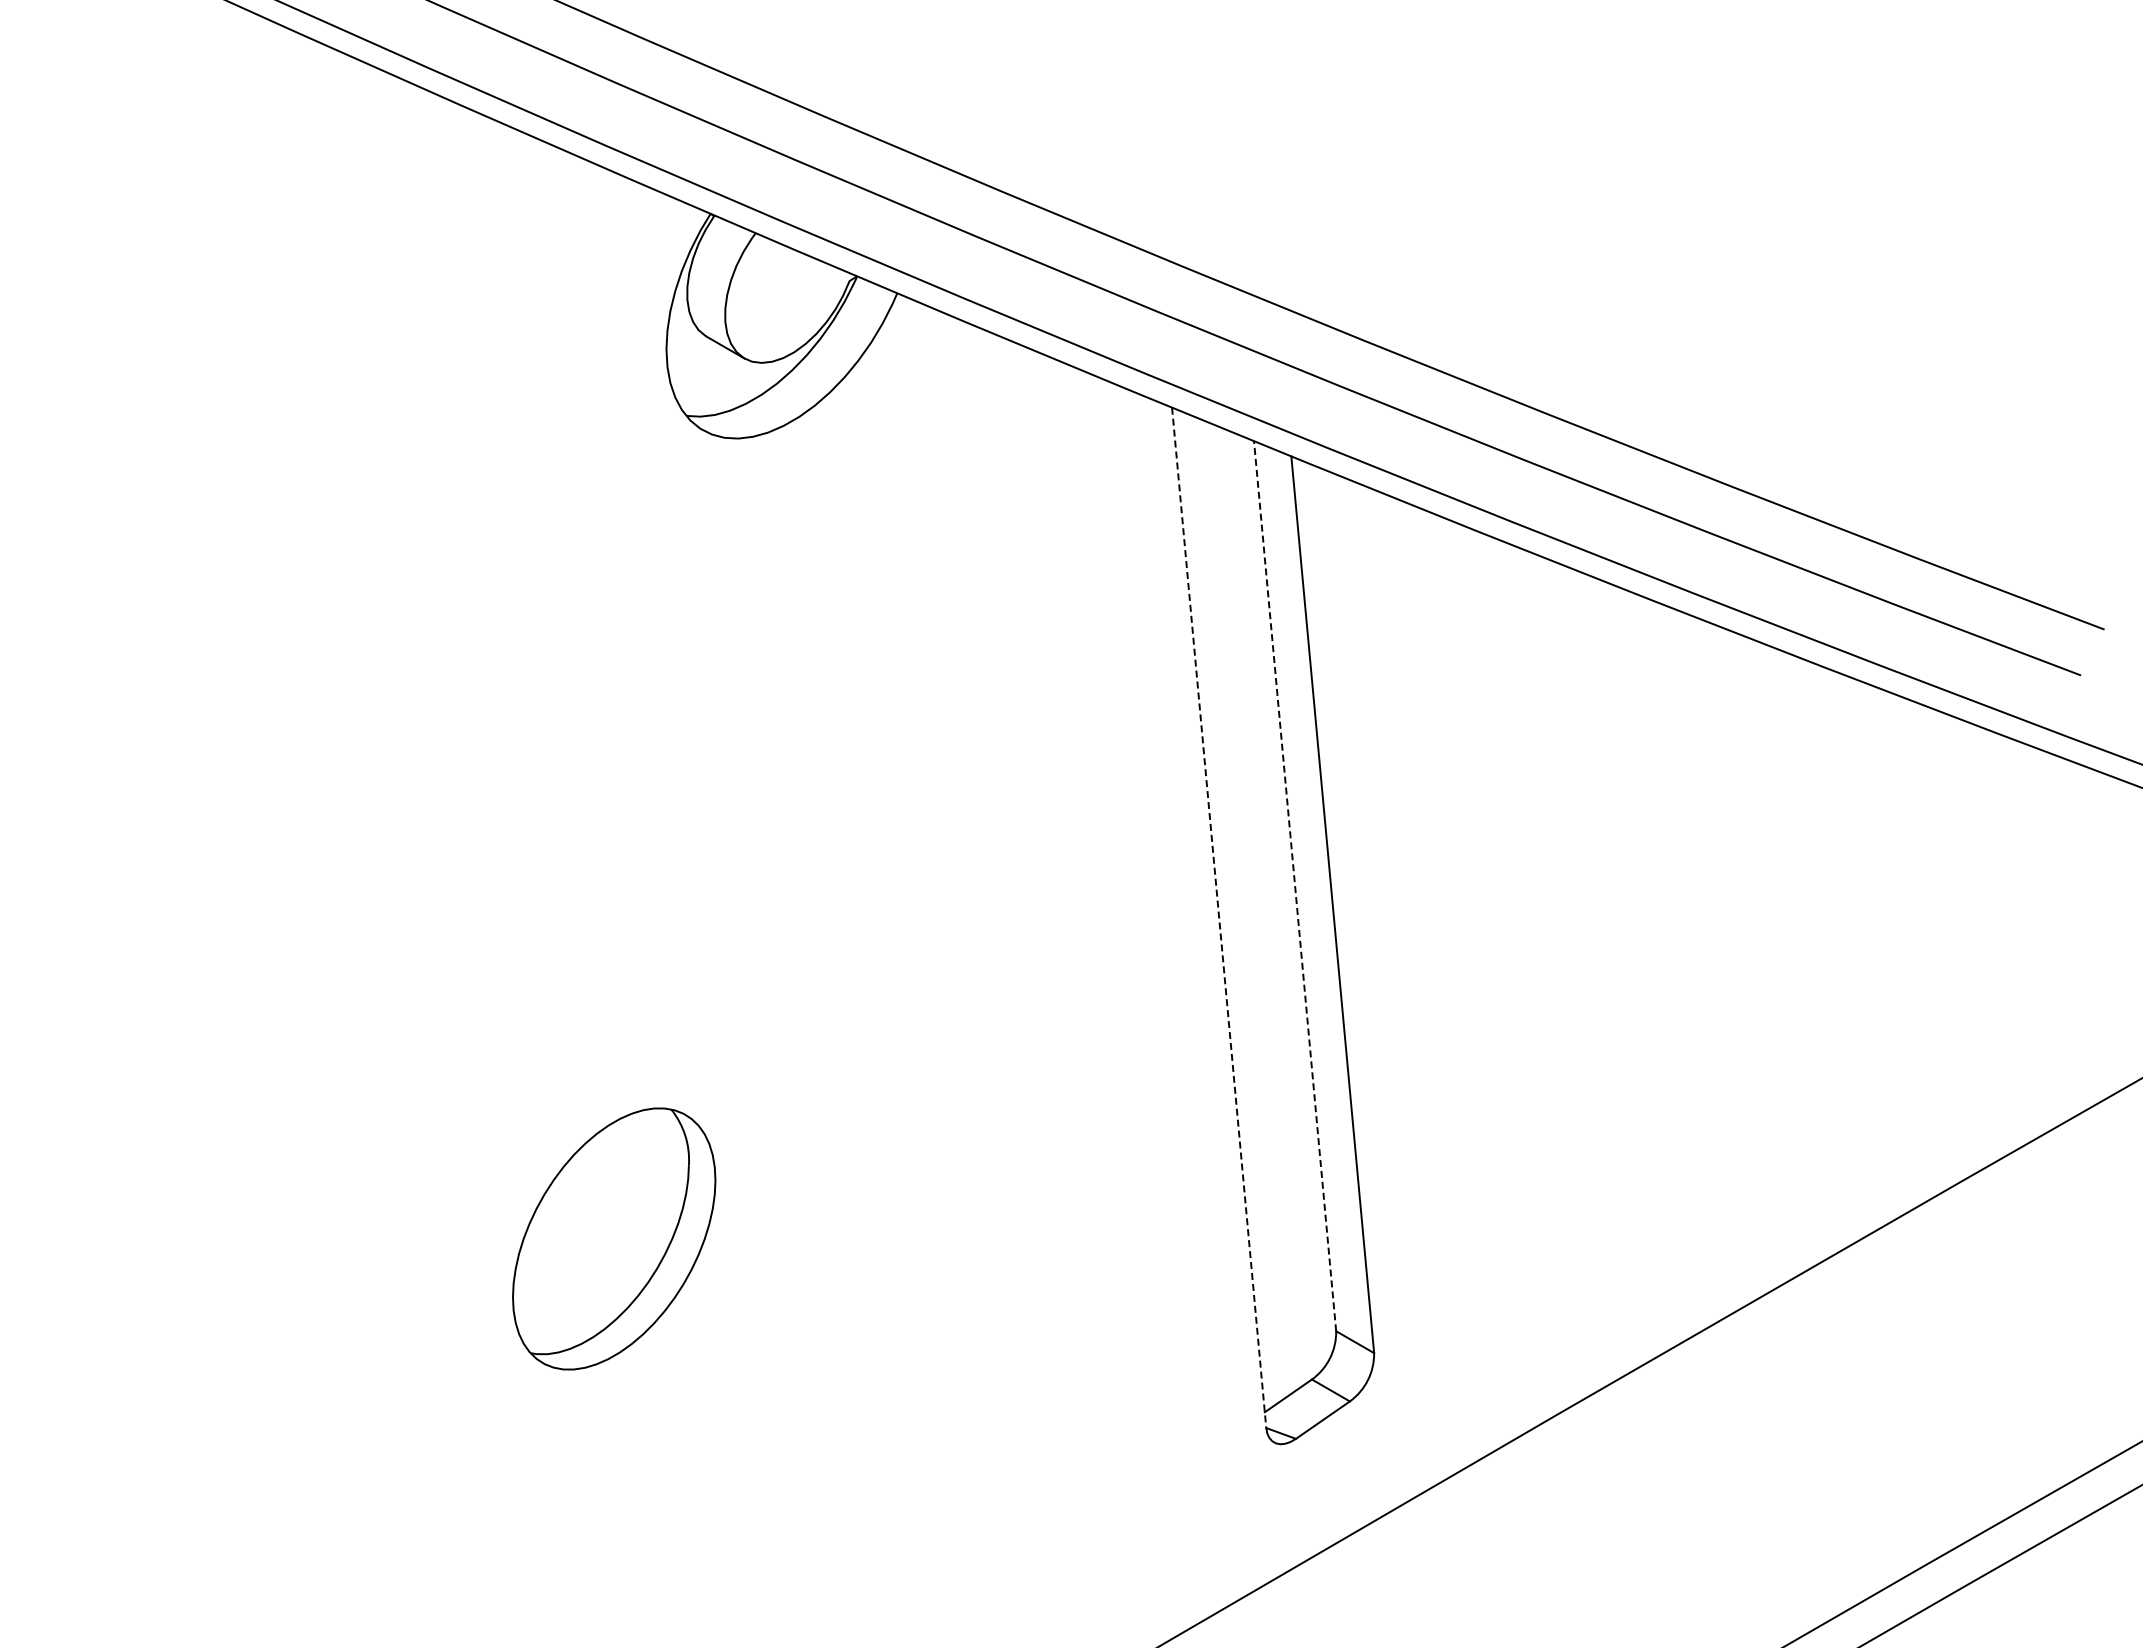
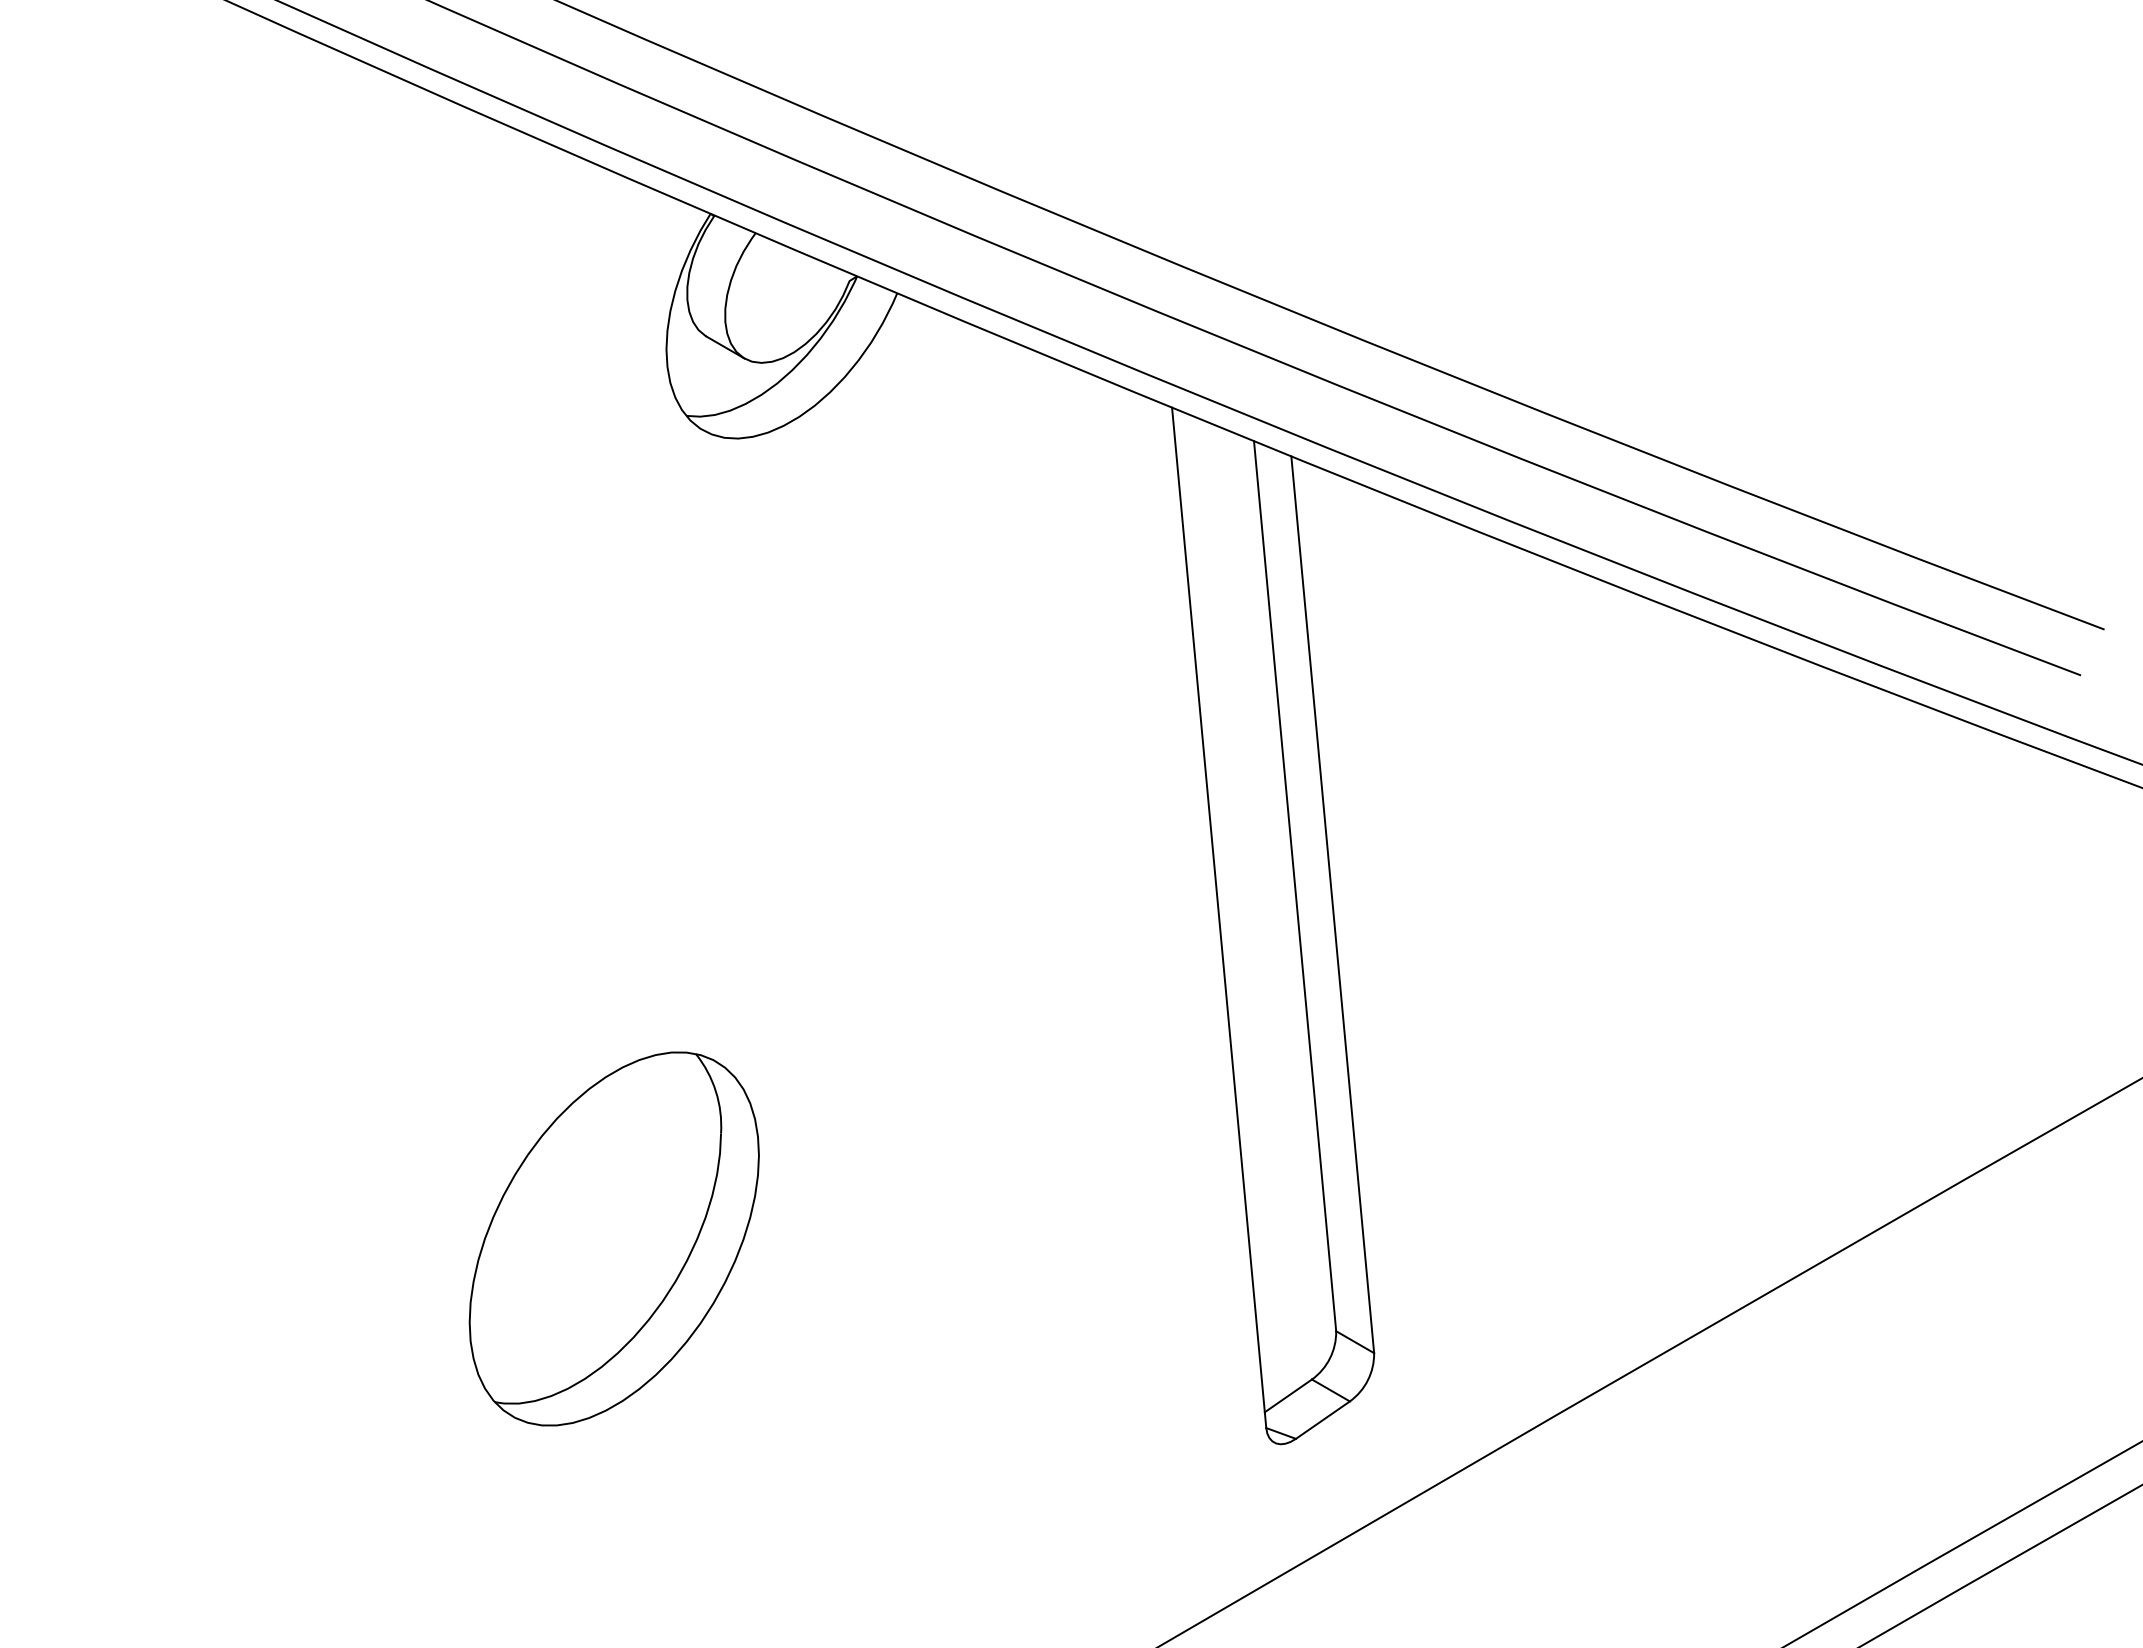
line at (1295, 886): dashed -> solid
line at (1219, 918): dashed -> solid
part at (614, 1238) size: 205x264 px -> 292x376 px
